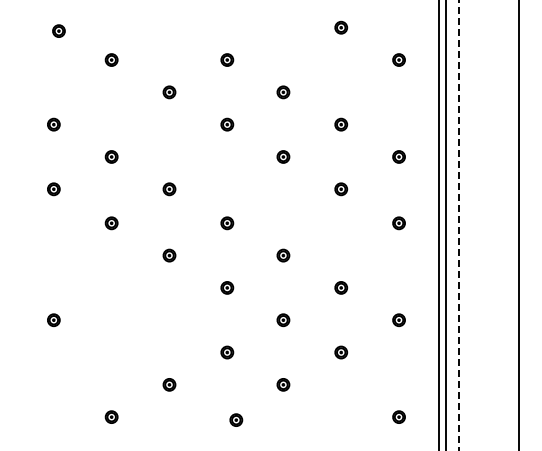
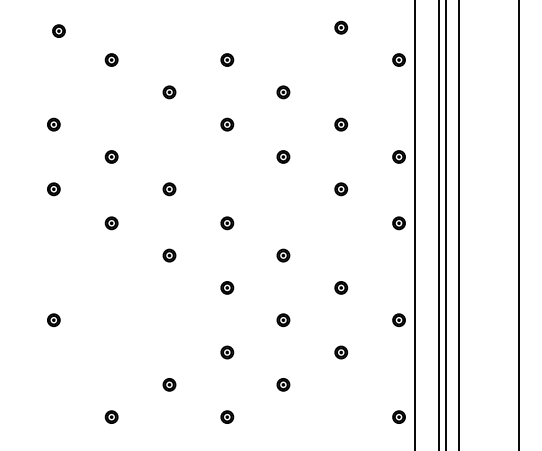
line at (415, 224): none -> present
line at (459, 225): dashed -> solid
part at (236, 419) position: (236, 419) -> (227, 416)
